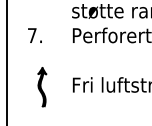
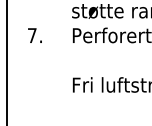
part at (42, 87): present -> none
